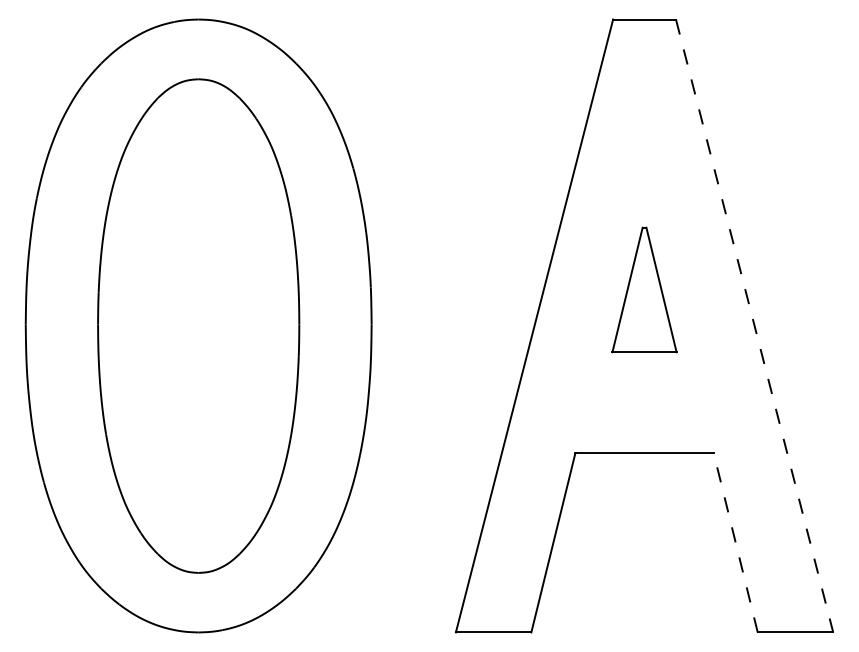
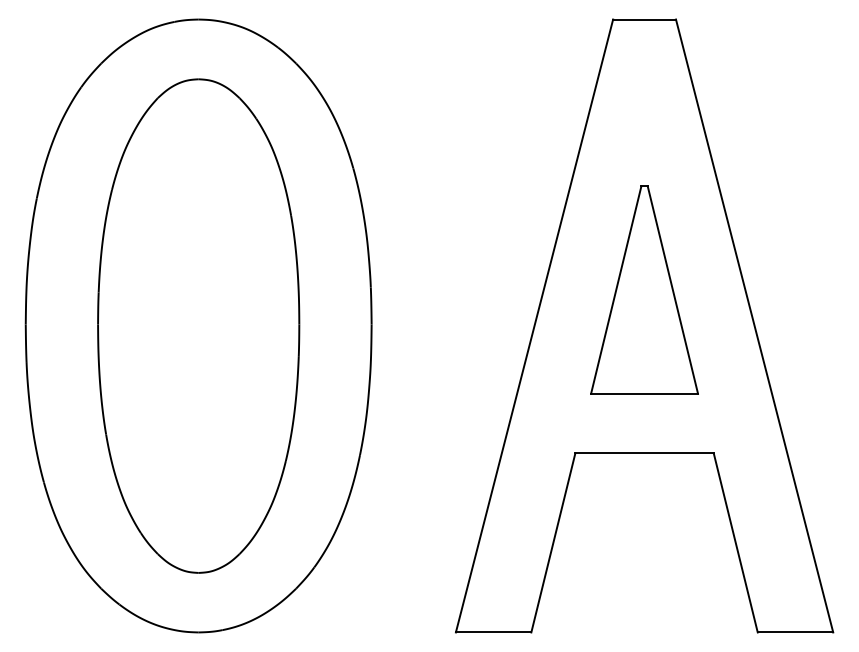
part at (644, 289) size: 67x128 px -> 109x210 px
line at (754, 326): dashed -> solid
line at (735, 542): dashed -> solid
